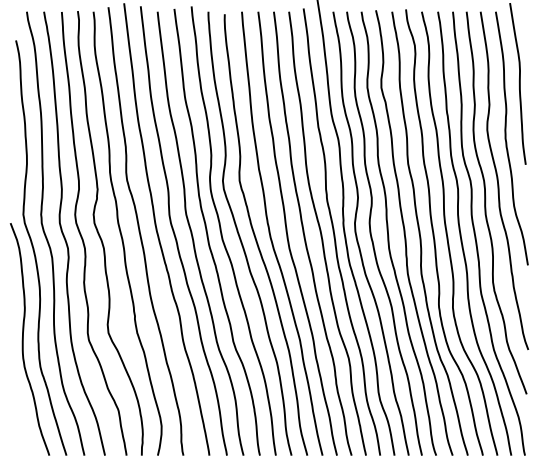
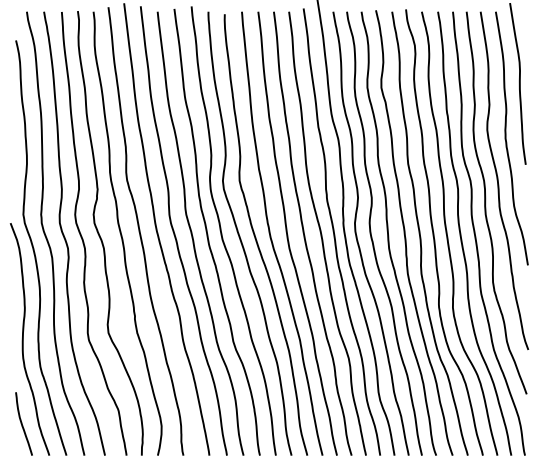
curve at (22, 423): none -> present
